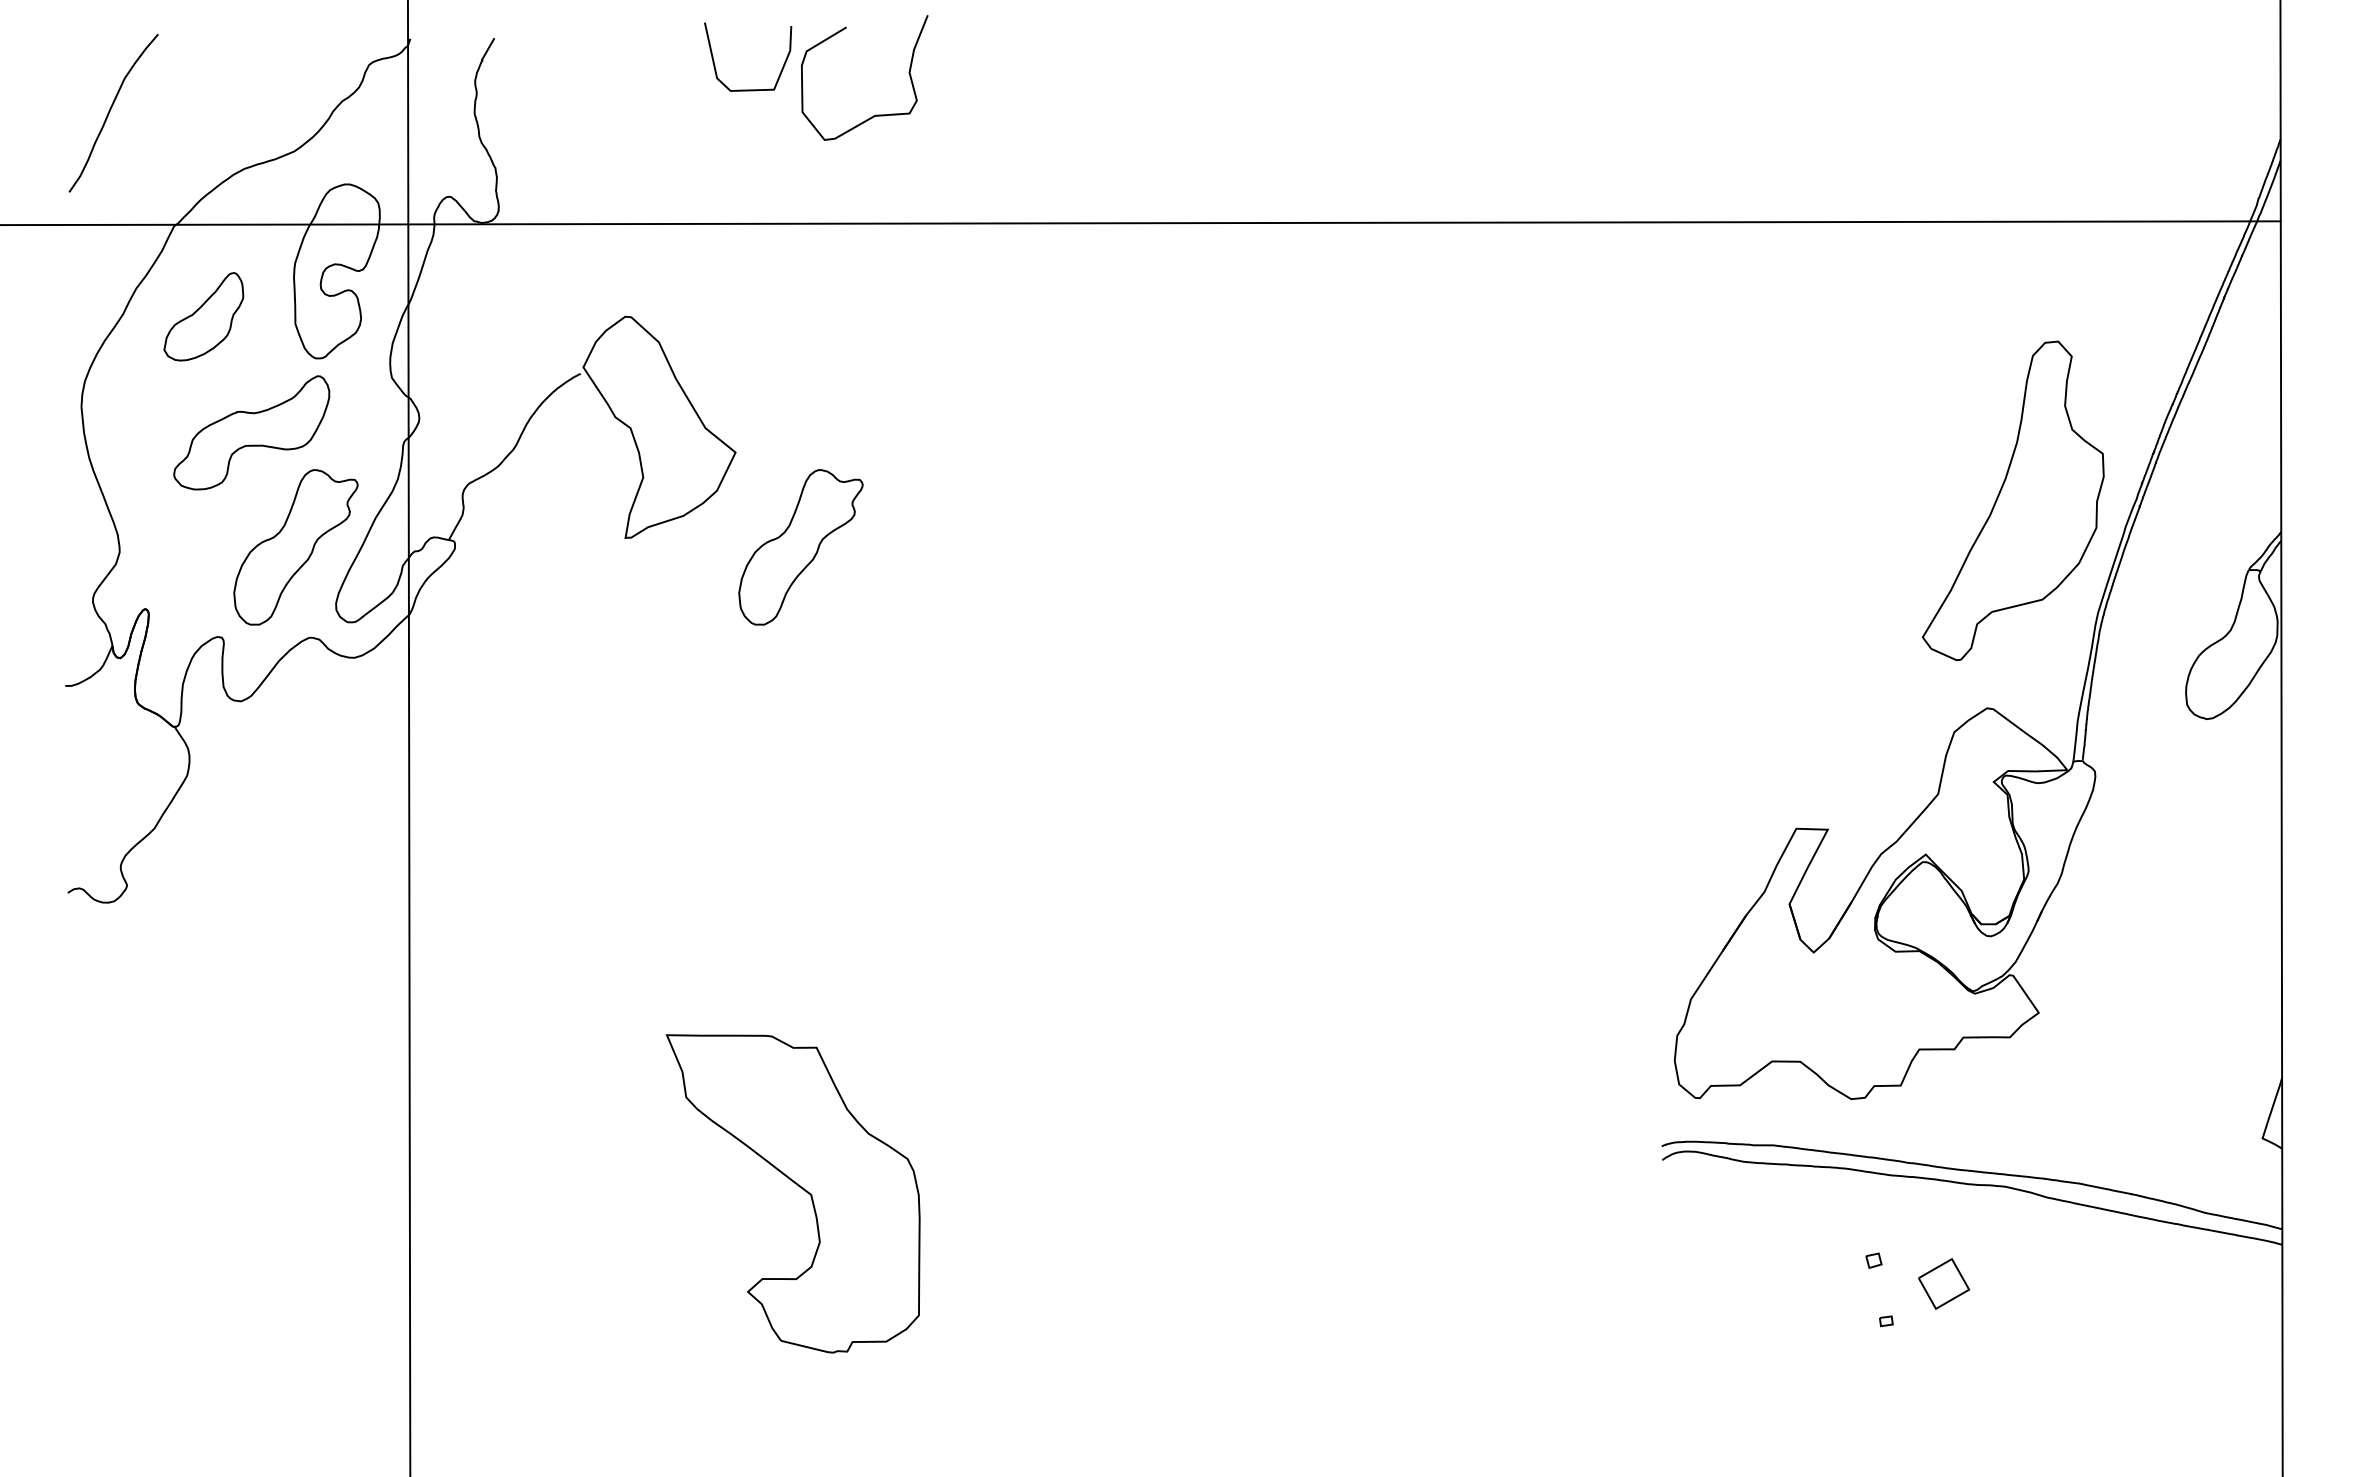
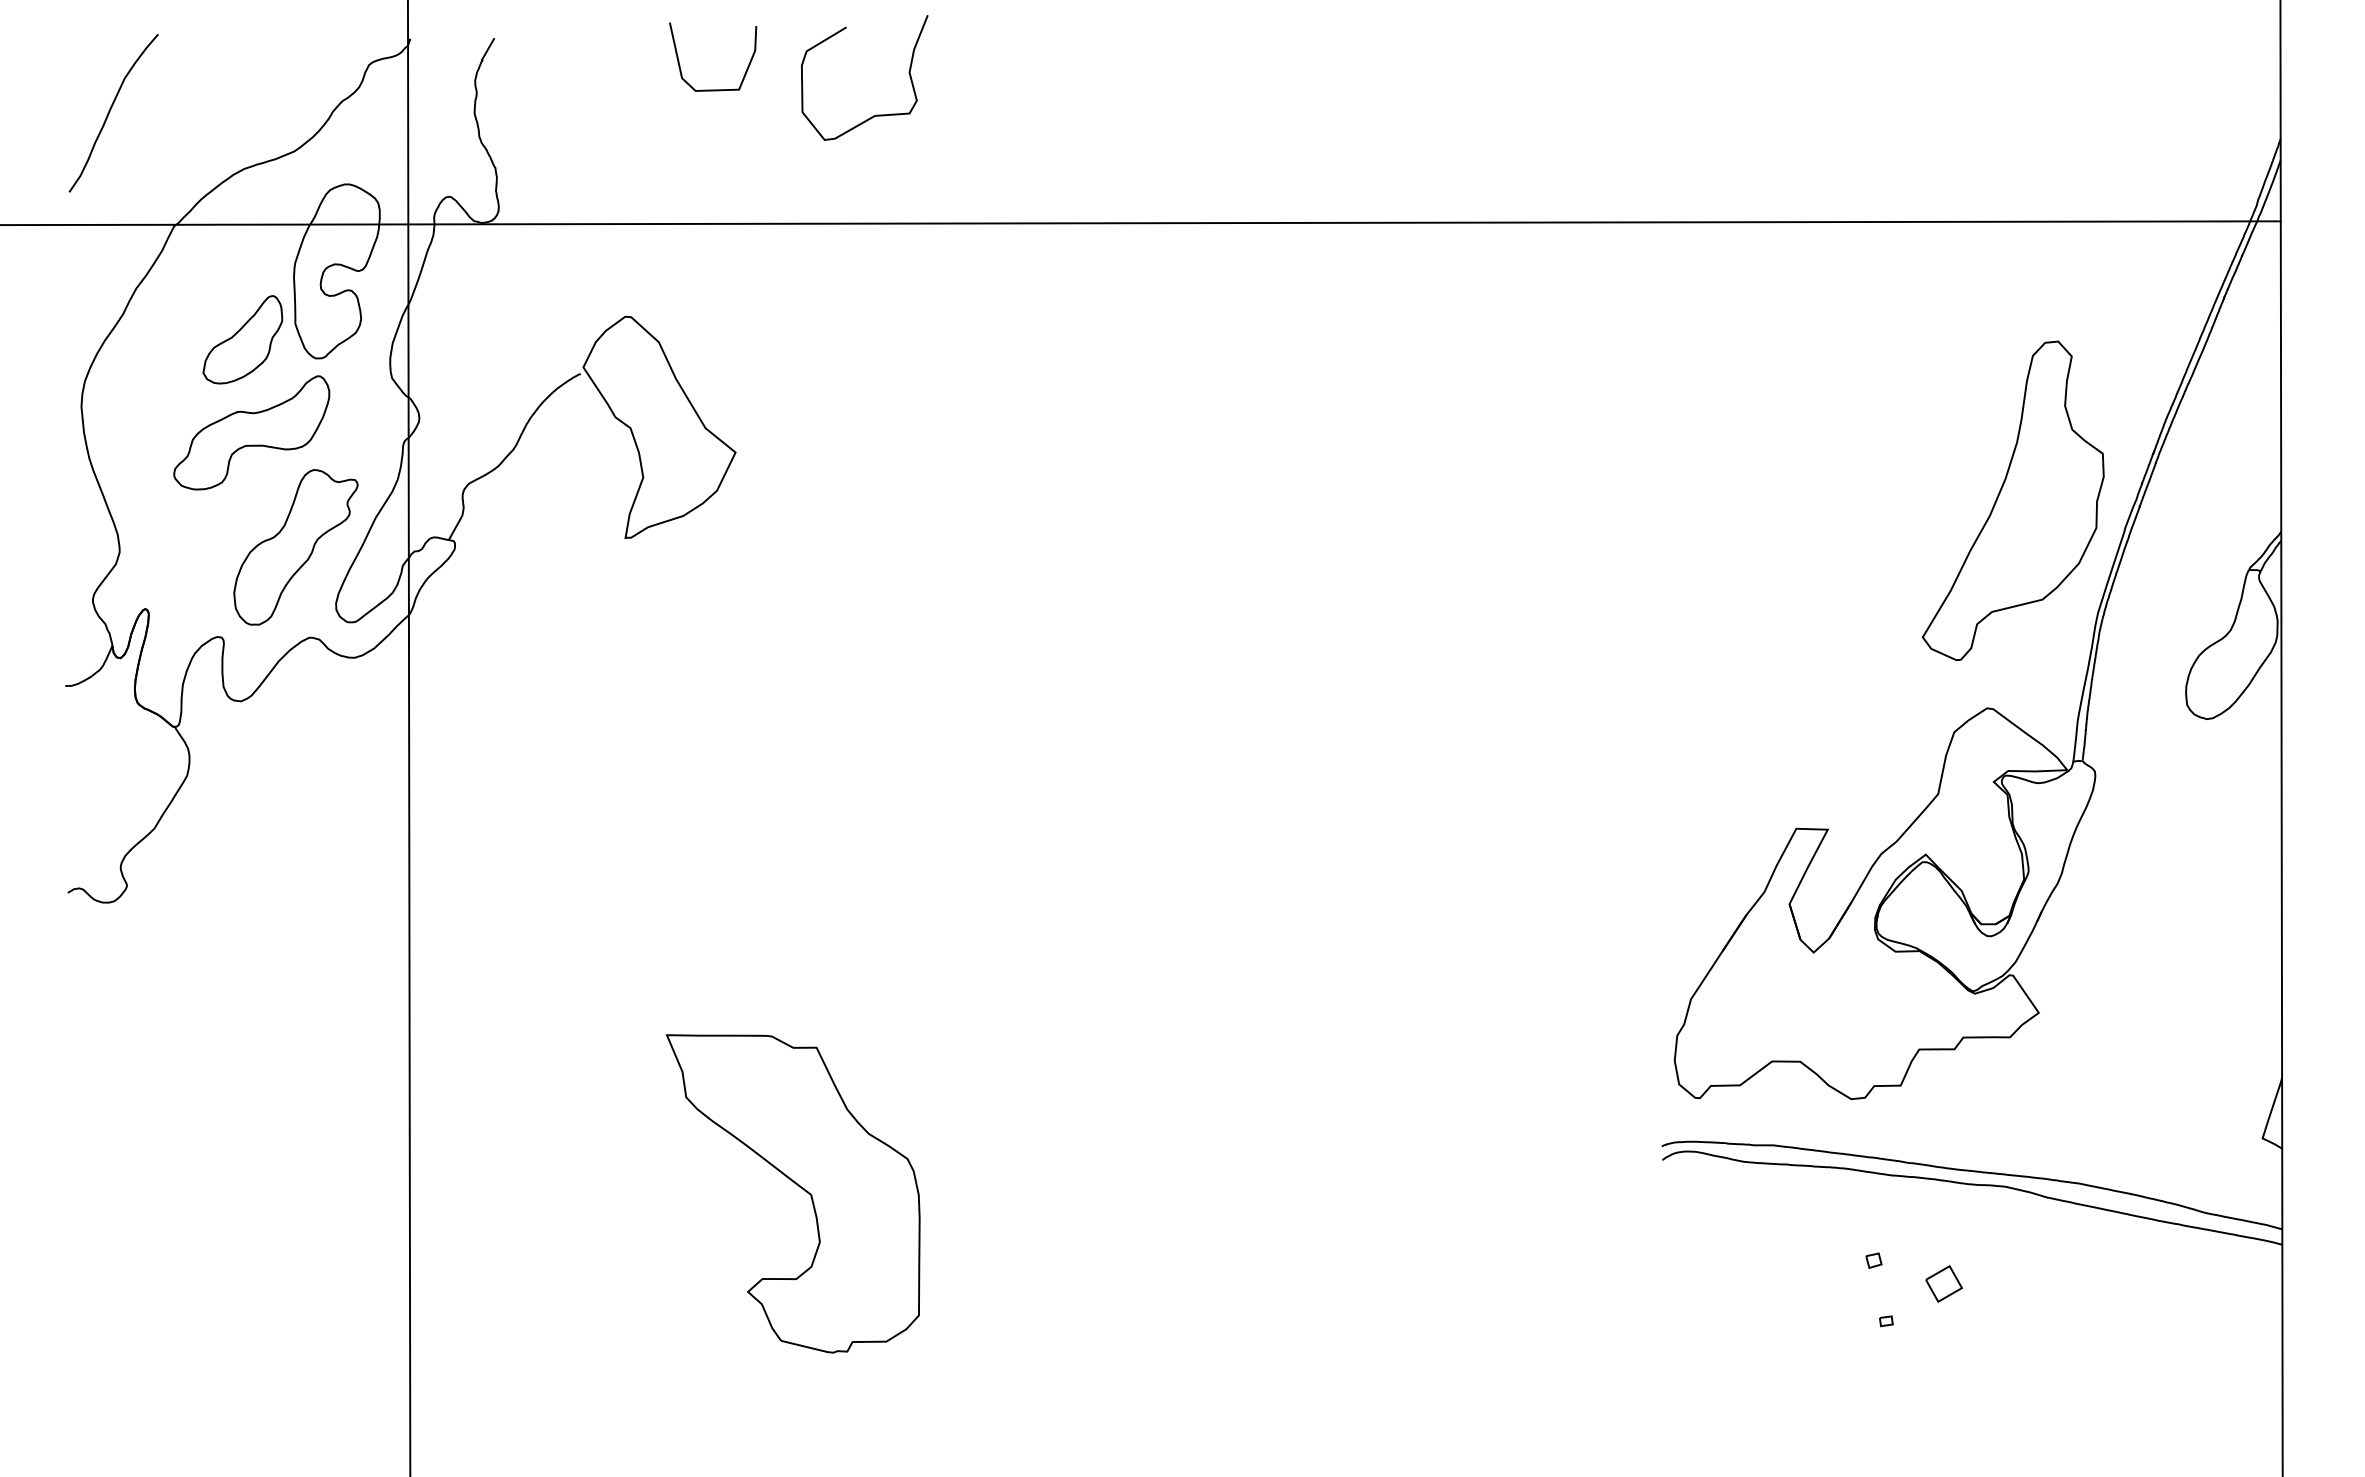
curve at (748, 89) position: (748, 89) -> (713, 89)
part at (203, 316) position: (203, 316) -> (242, 339)
part at (800, 547): present -> none
part at (1944, 1283) size: 53x52 px -> 38x38 px
